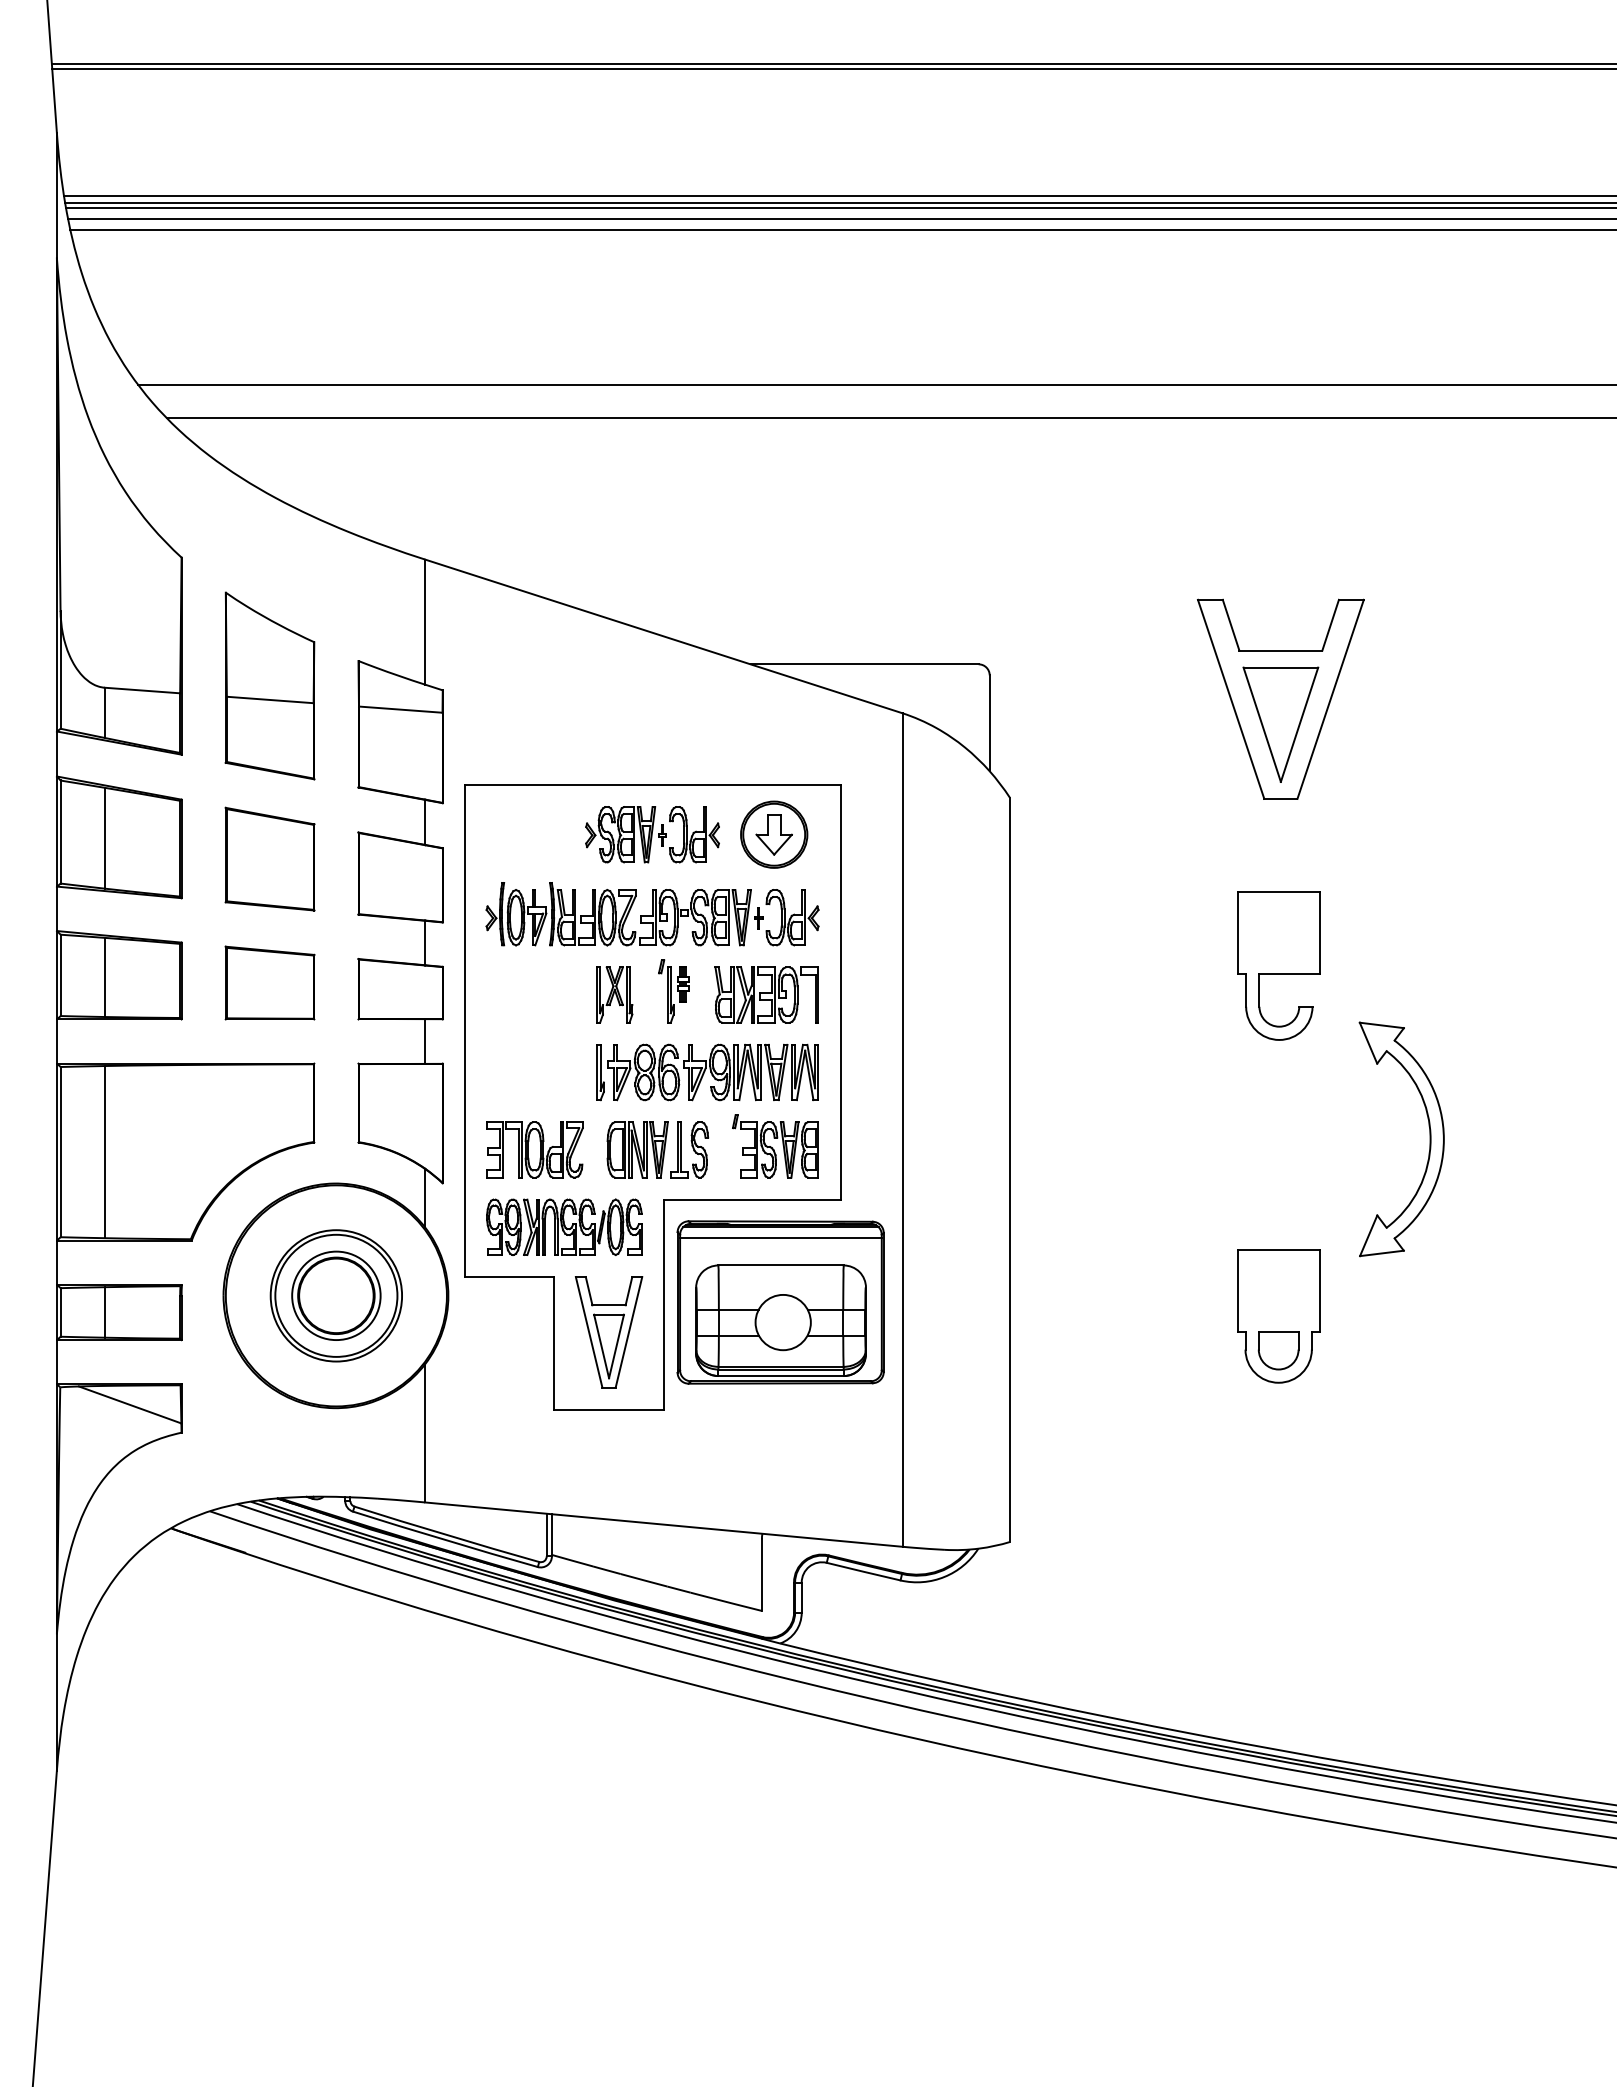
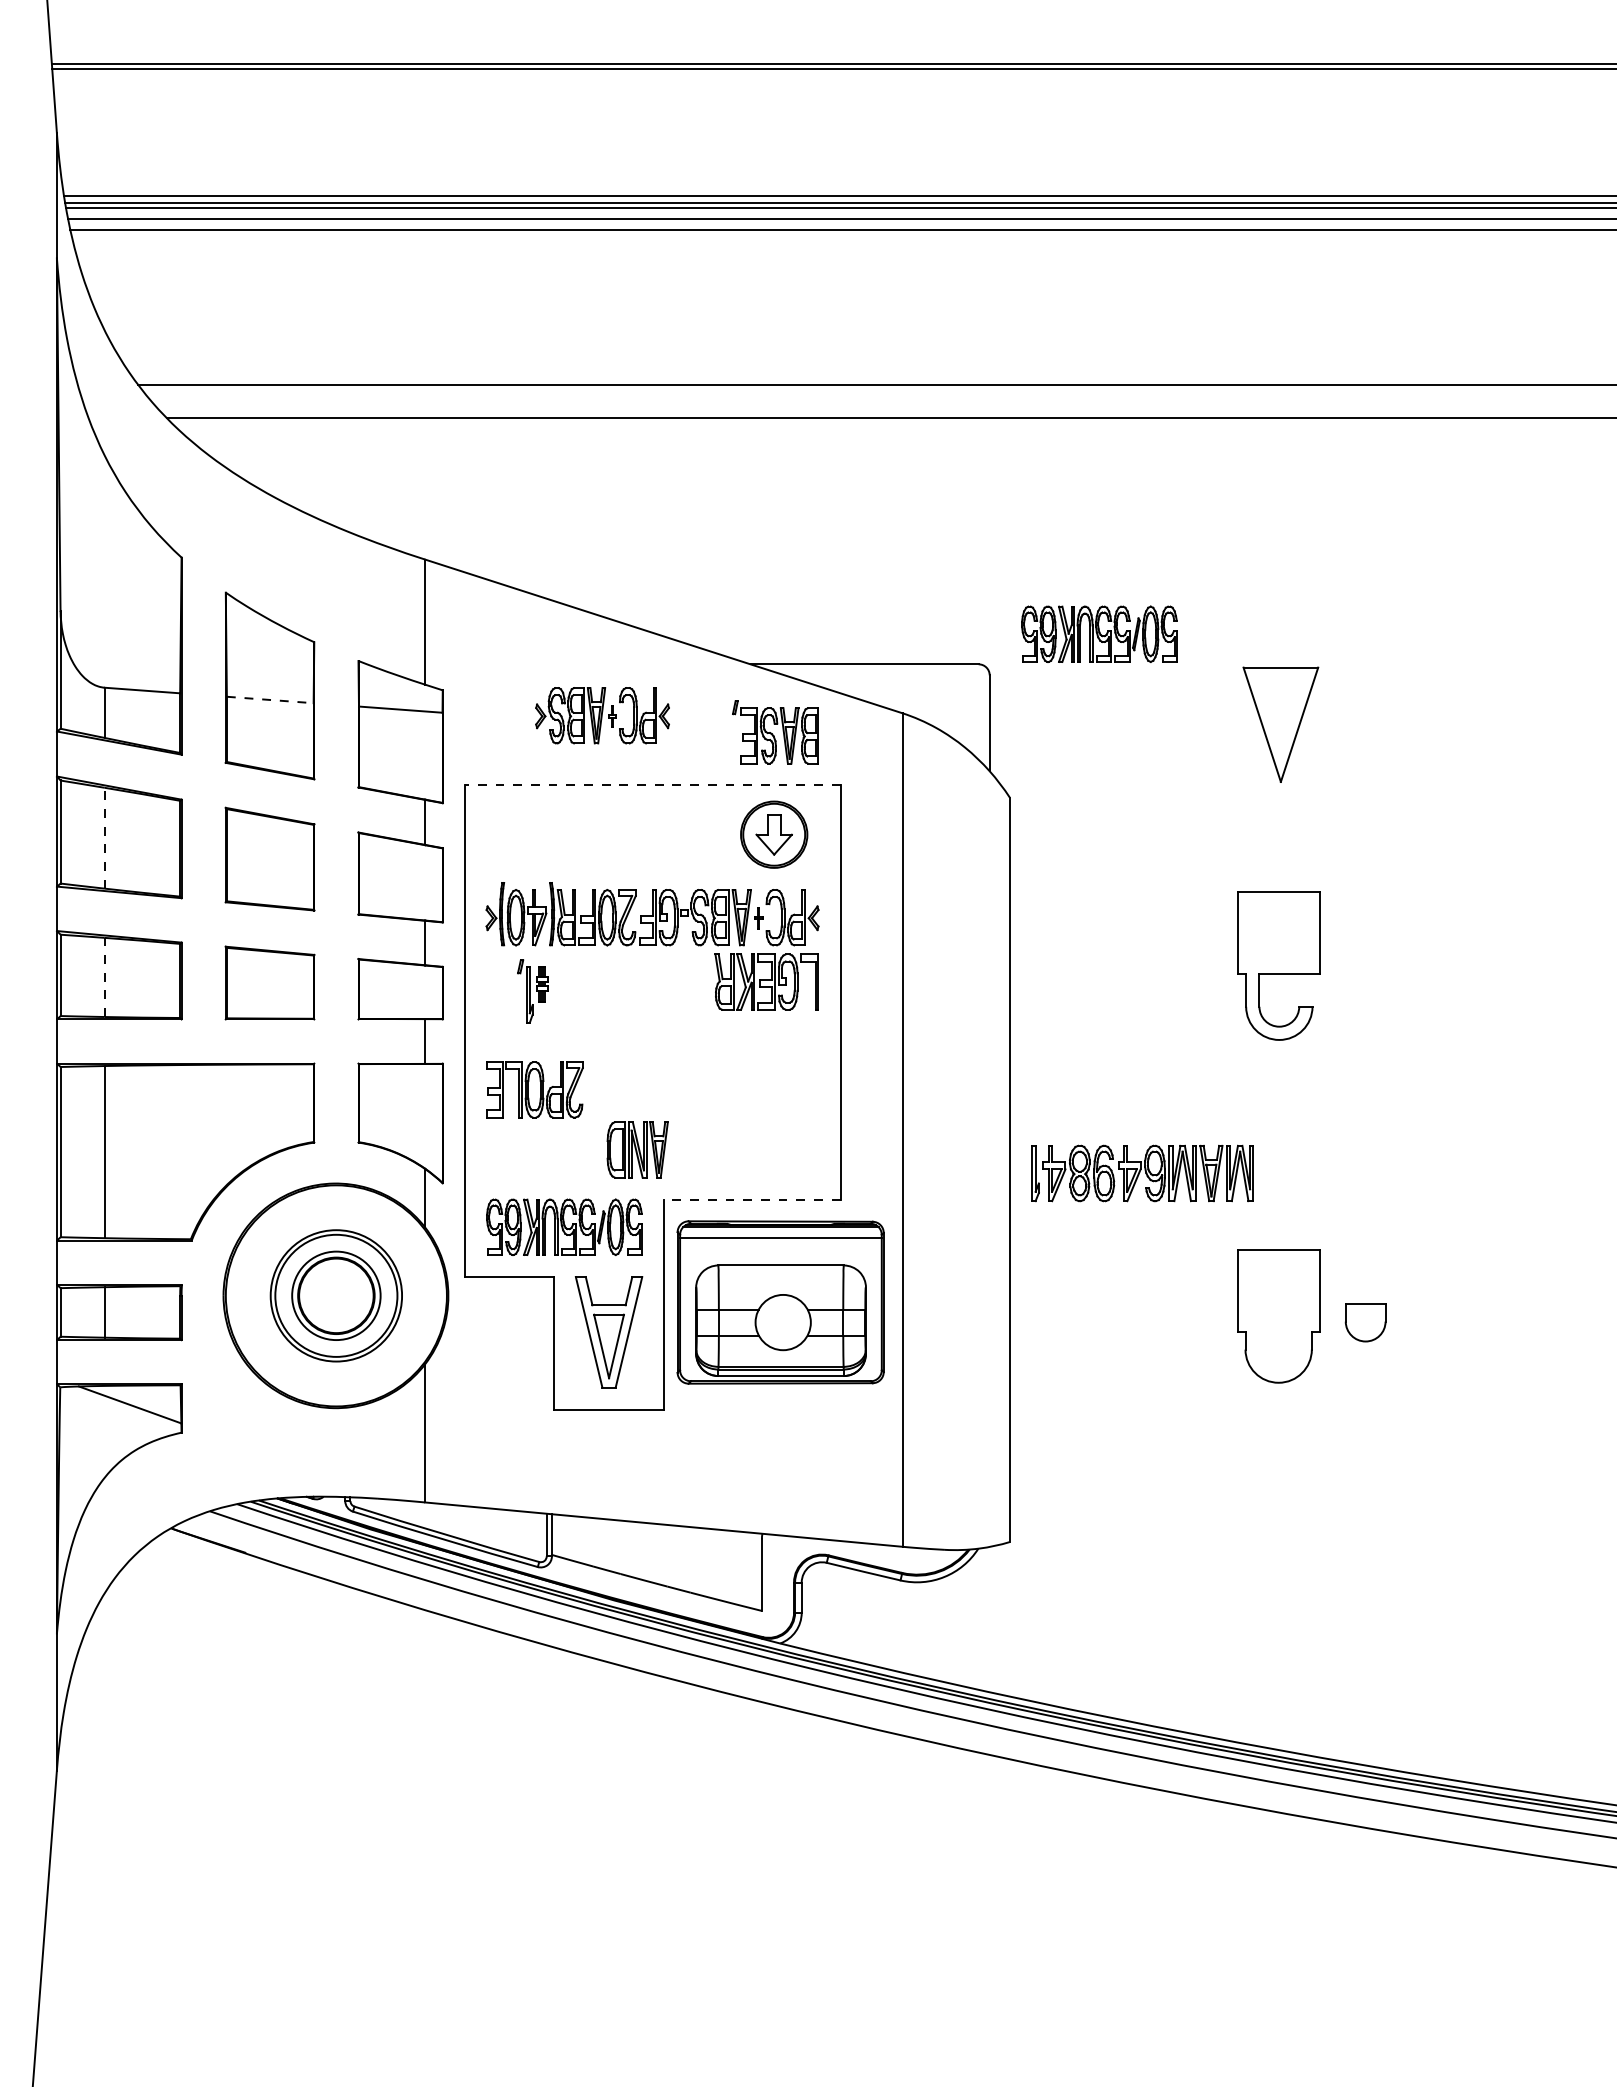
part at (1099, 633): none -> present
part at (1280, 698): present -> none
line at (270, 700): solid -> dashed
line at (652, 784): solid -> dashed
part at (652, 834) position: (652, 834) -> (602, 715)
line at (104, 837): solid -> dashed
line at (104, 977): solid -> dashed
part at (673, 991) position: (673, 991) -> (532, 991)
part at (614, 994): present -> none
part at (766, 994) position: (766, 994) -> (766, 981)
part at (707, 1072) position: (707, 1072) -> (1142, 1173)
part at (1429, 1139): present -> none
part at (775, 1146) position: (775, 1146) -> (775, 732)
part at (534, 1149) position: (534, 1149) -> (534, 1089)
part at (689, 1149): present -> none
line at (751, 1199): solid -> dashed
part at (1278, 1350) position: (1278, 1350) -> (1365, 1322)
